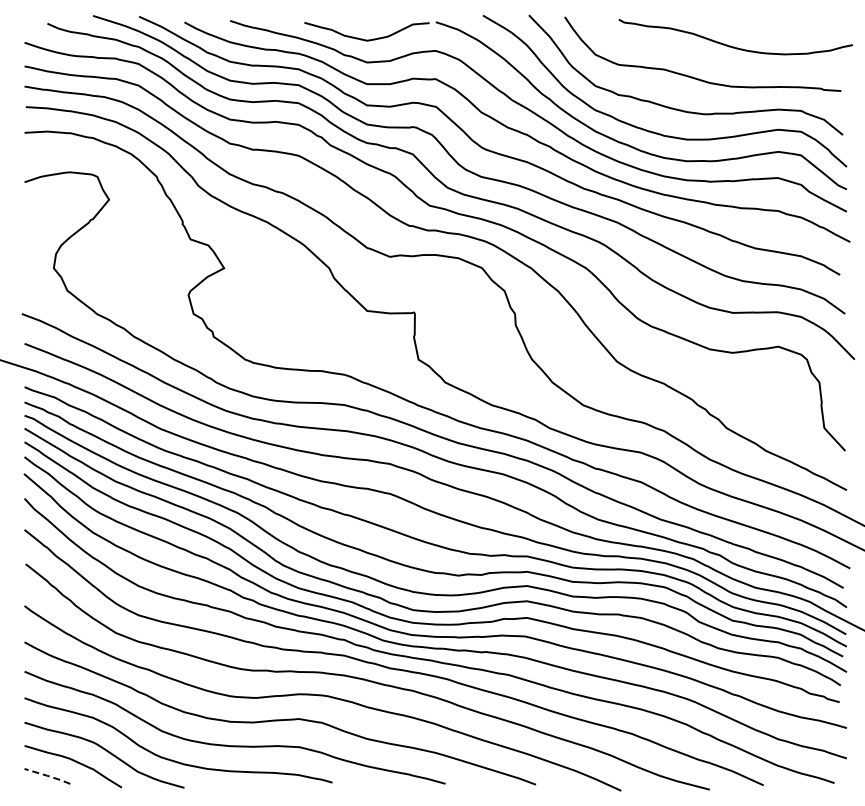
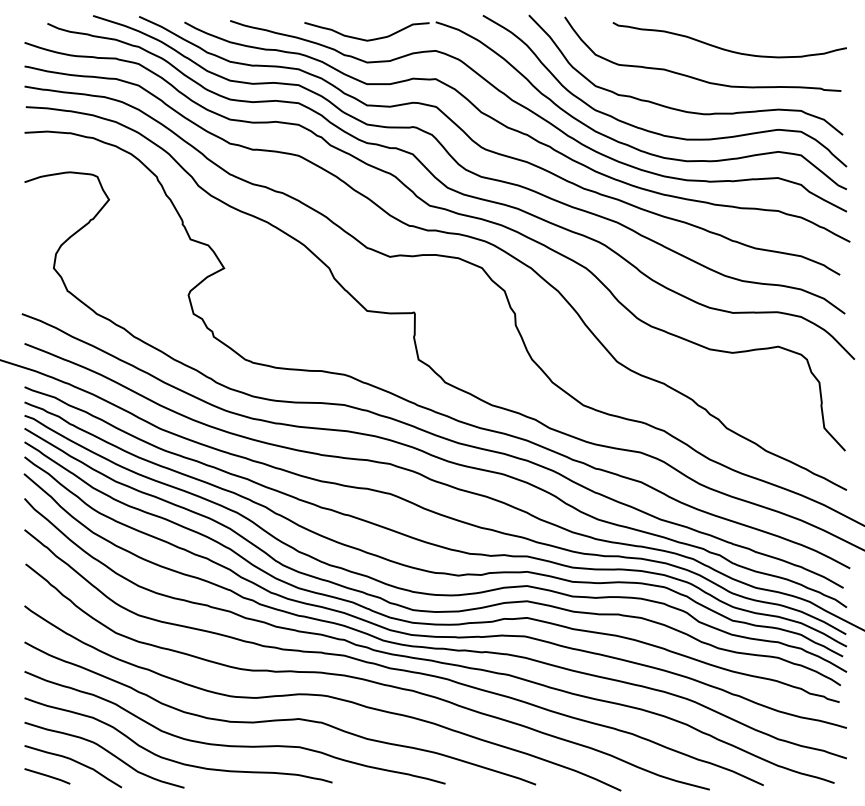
curve at (734, 46) position: (734, 46) -> (728, 49)
line at (48, 776): dashed -> solid
